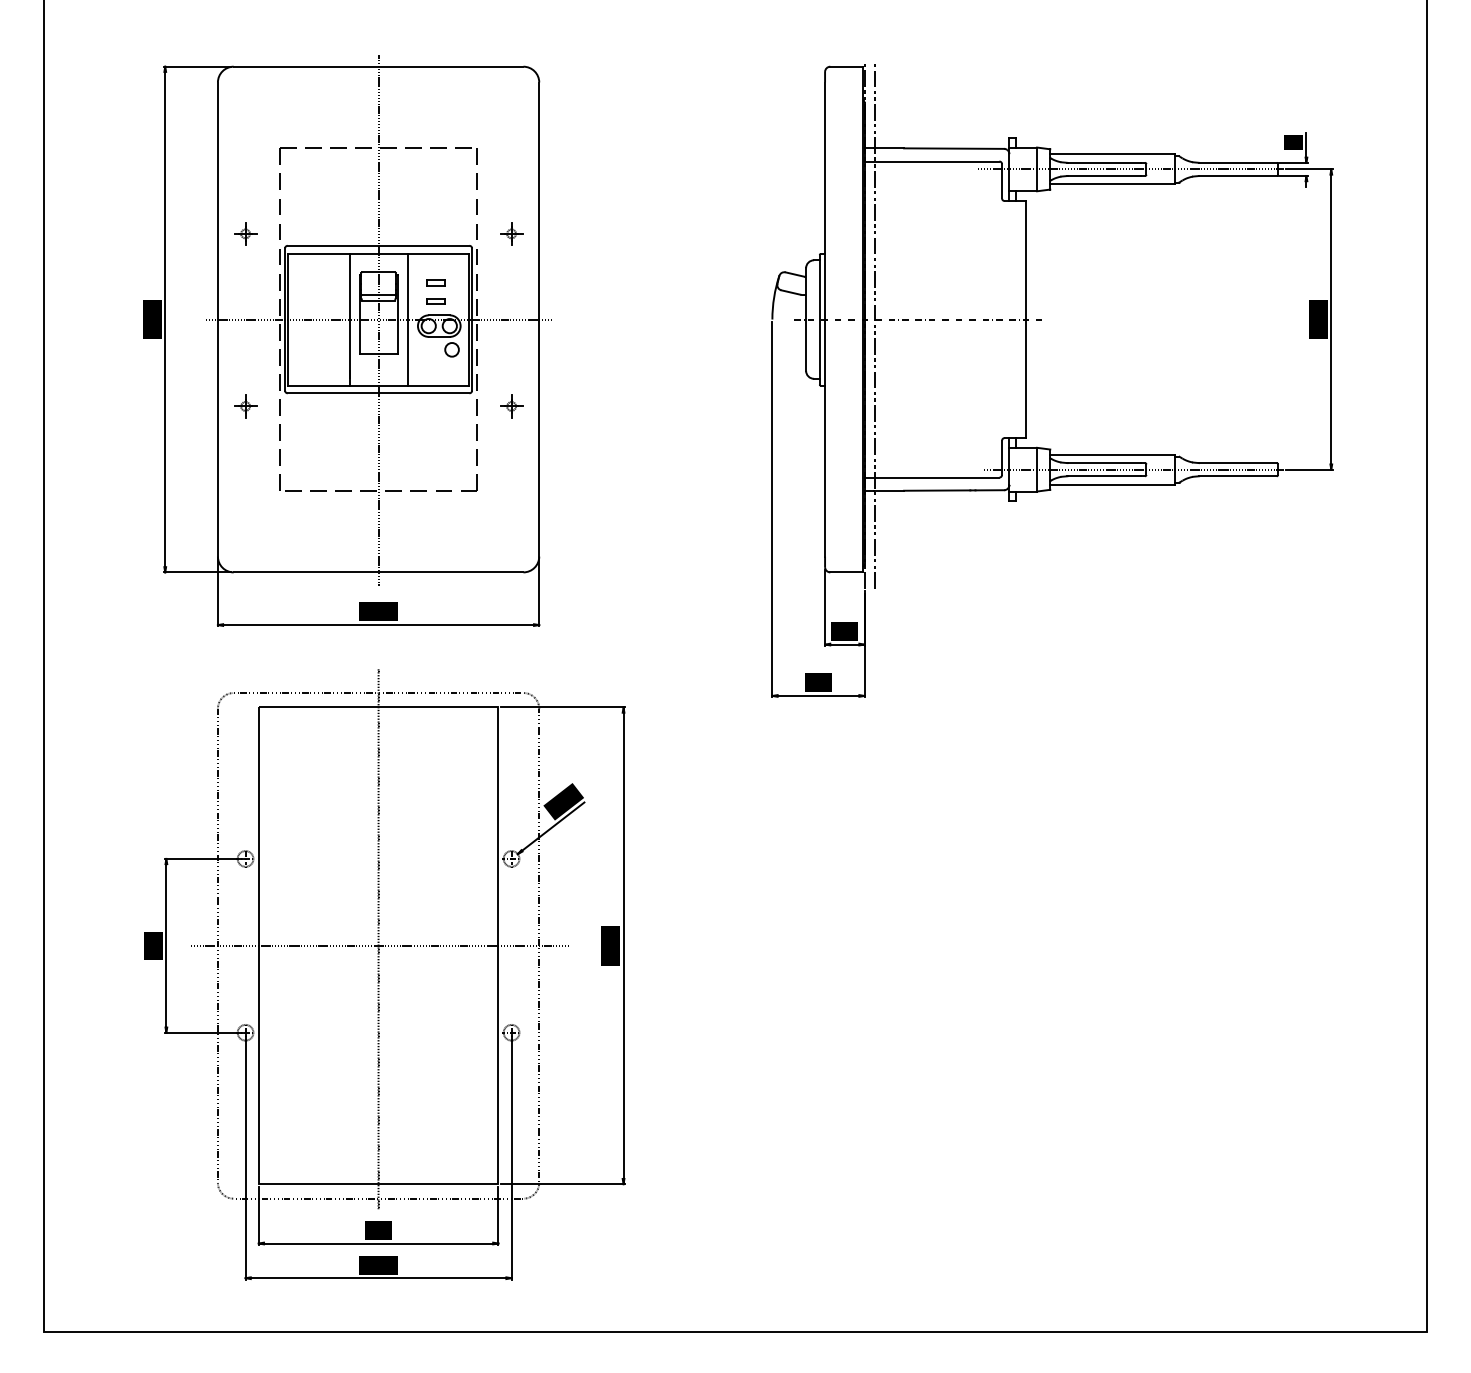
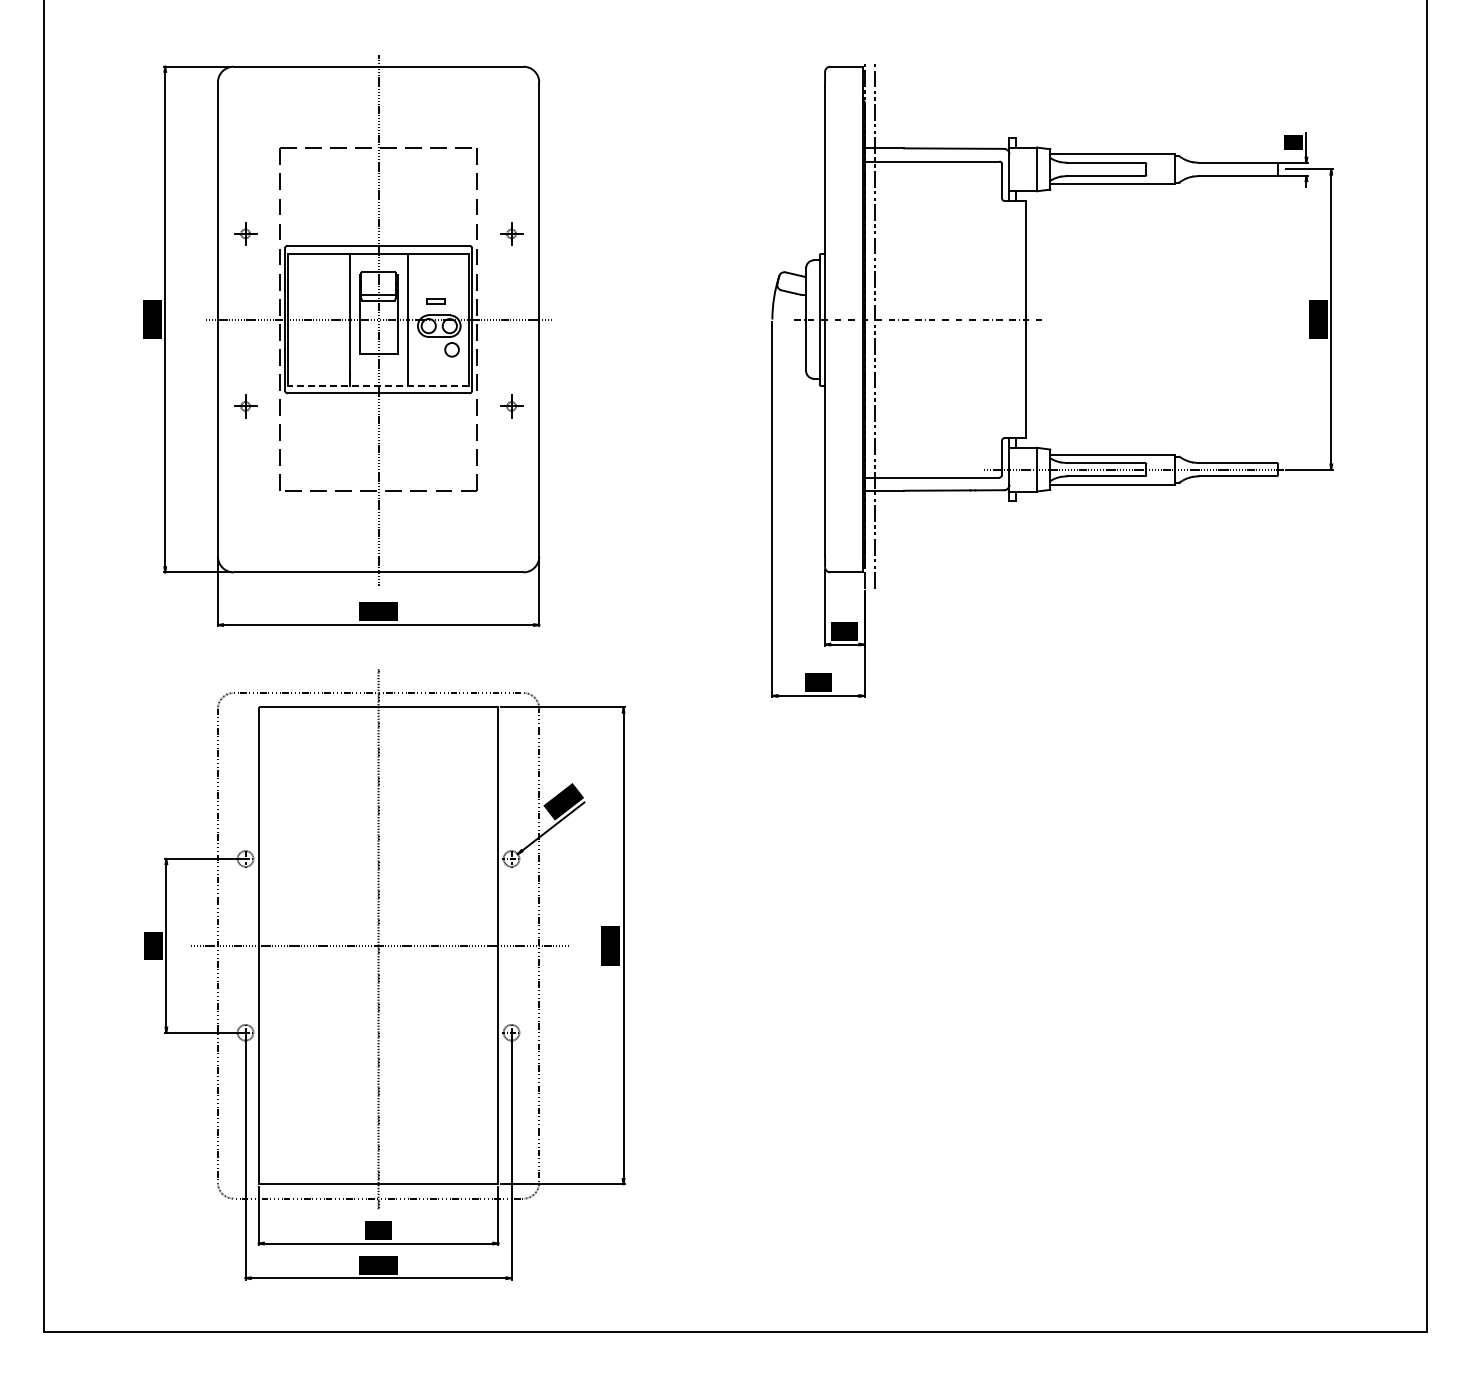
line at (1130, 169): present -> none
part at (435, 282): present -> none
line at (378, 385): solid -> dashed
